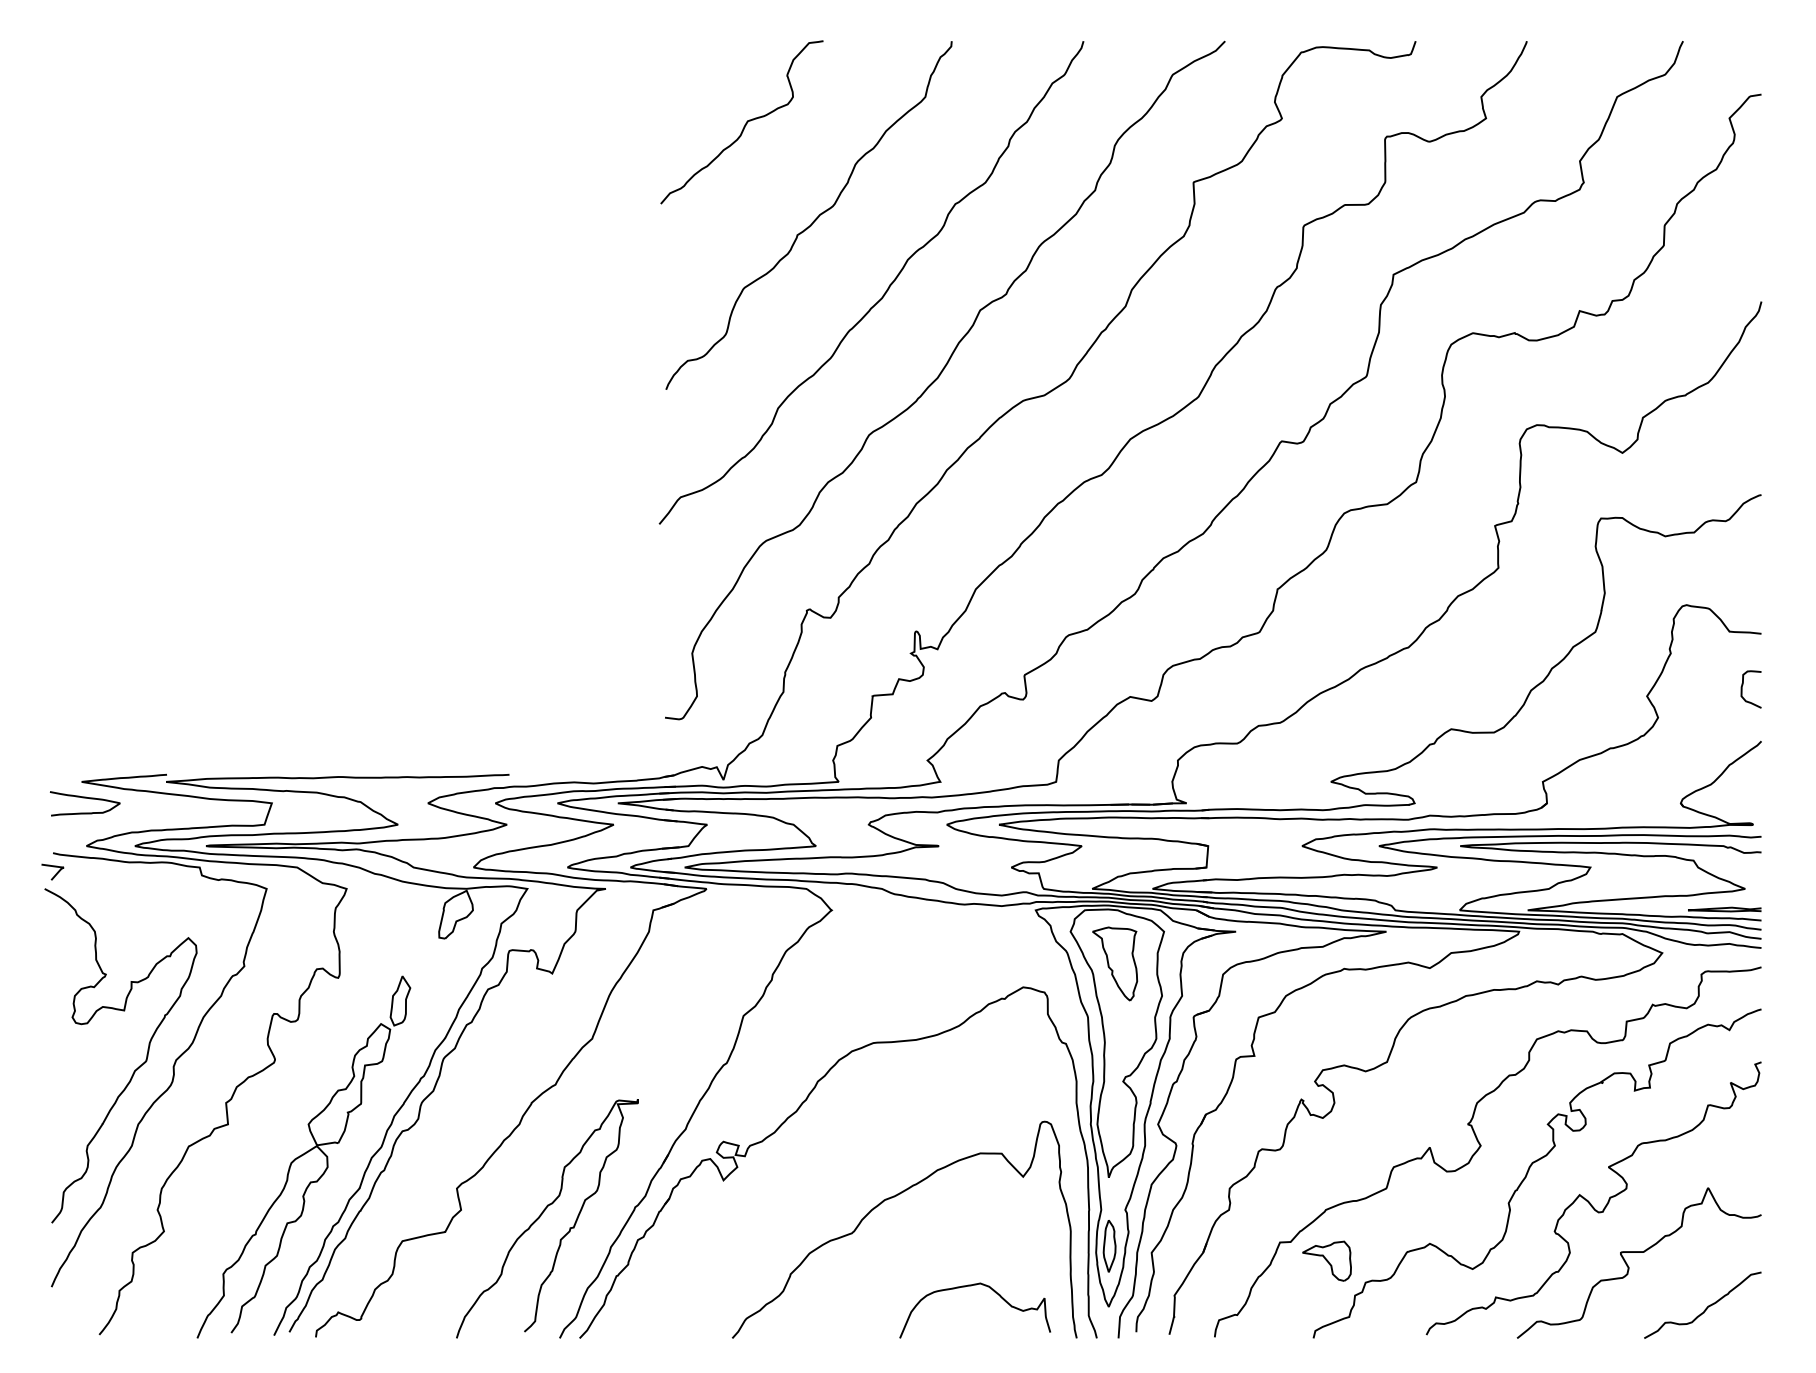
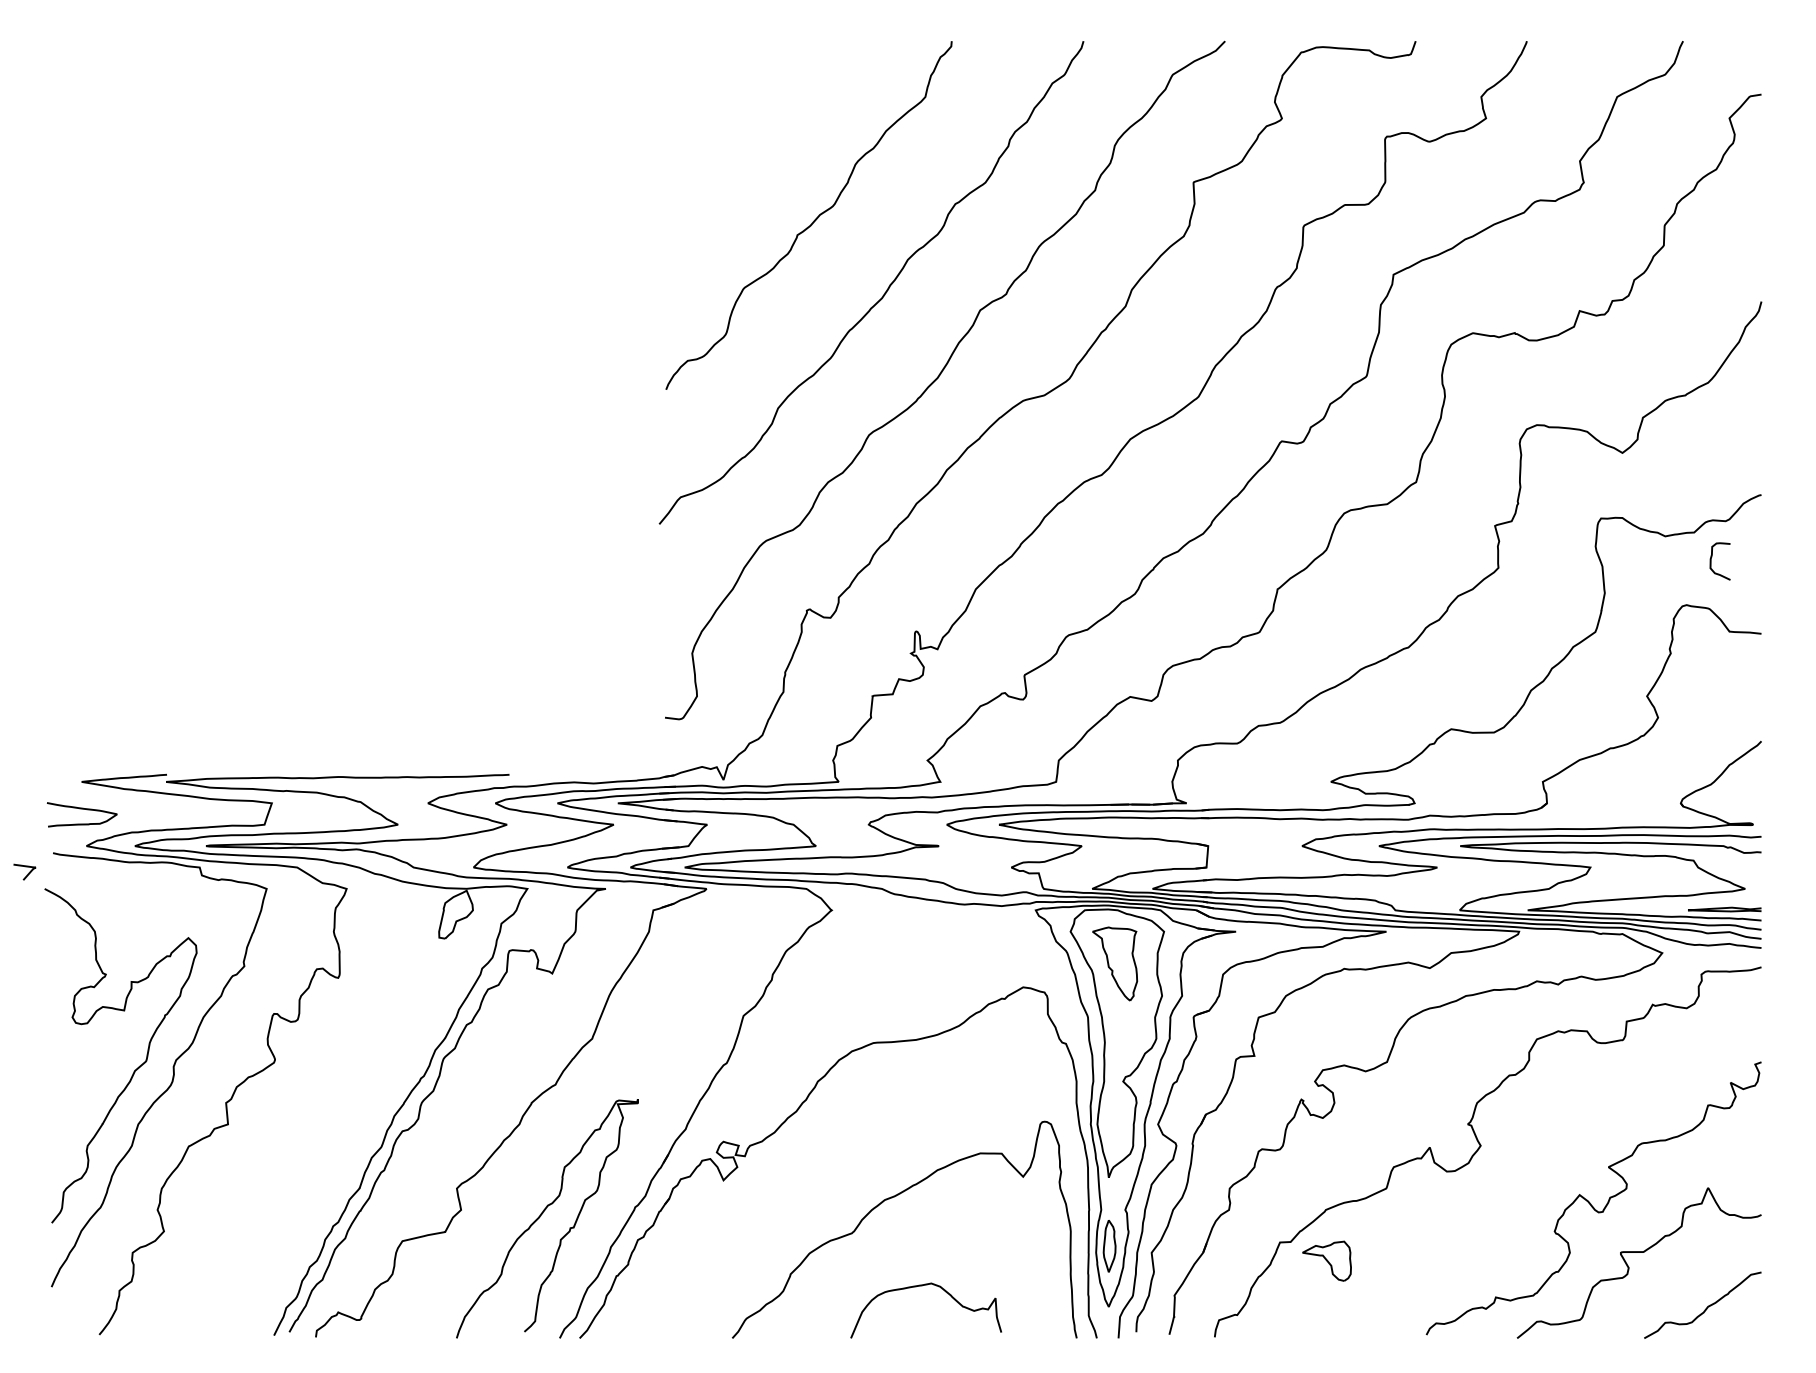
curve at (744, 124): present -> none
curve at (1742, 689) position: (1742, 689) -> (1711, 561)
curve at (85, 798) position: (85, 798) -> (82, 809)
curve at (55, 873) position: (55, 873) -> (27, 873)
part at (303, 1156): present -> none
curve at (1529, 1170): present -> none
curve at (971, 1286) position: (971, 1286) -> (922, 1286)
